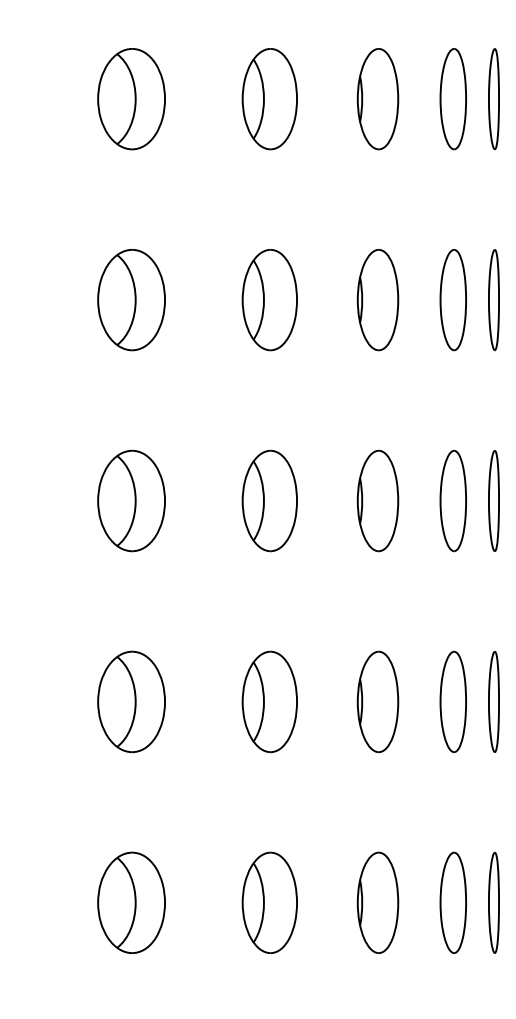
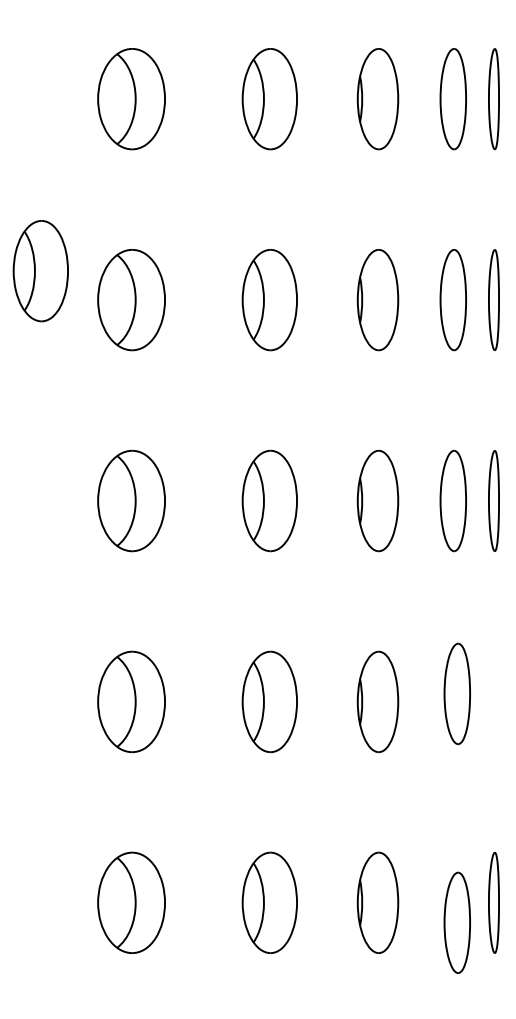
part at (40, 271): none -> present
part at (452, 701) position: (452, 701) -> (456, 693)
part at (493, 701): present -> none
part at (452, 902) position: (452, 902) -> (456, 922)
